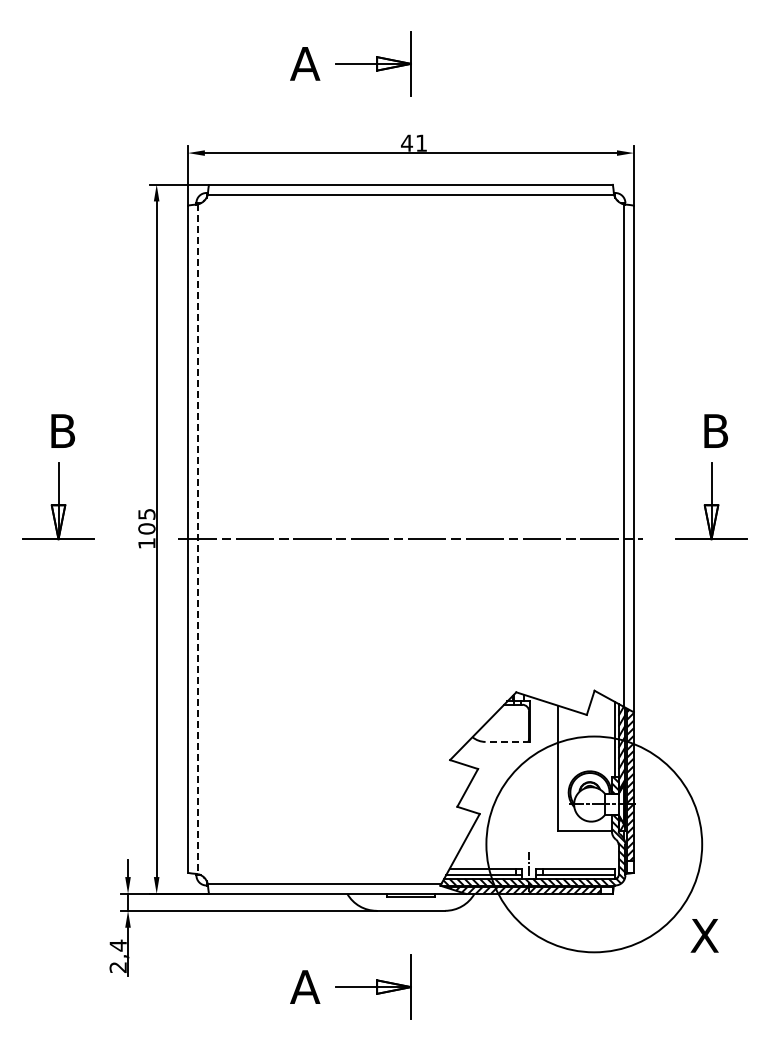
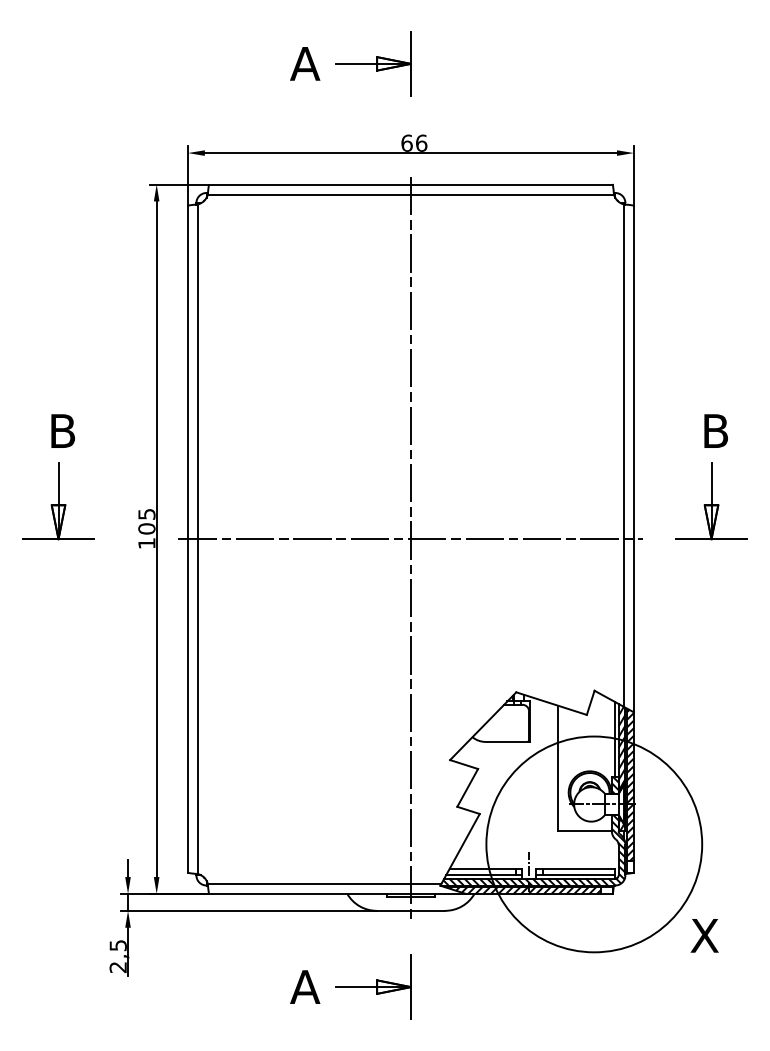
text at (414, 142): 41 -> 66
line at (198, 539): dashed -> solid
line at (410, 547): none -> present
line at (507, 741): dashed -> solid
text at (117, 945): 2,4 -> 2,5
